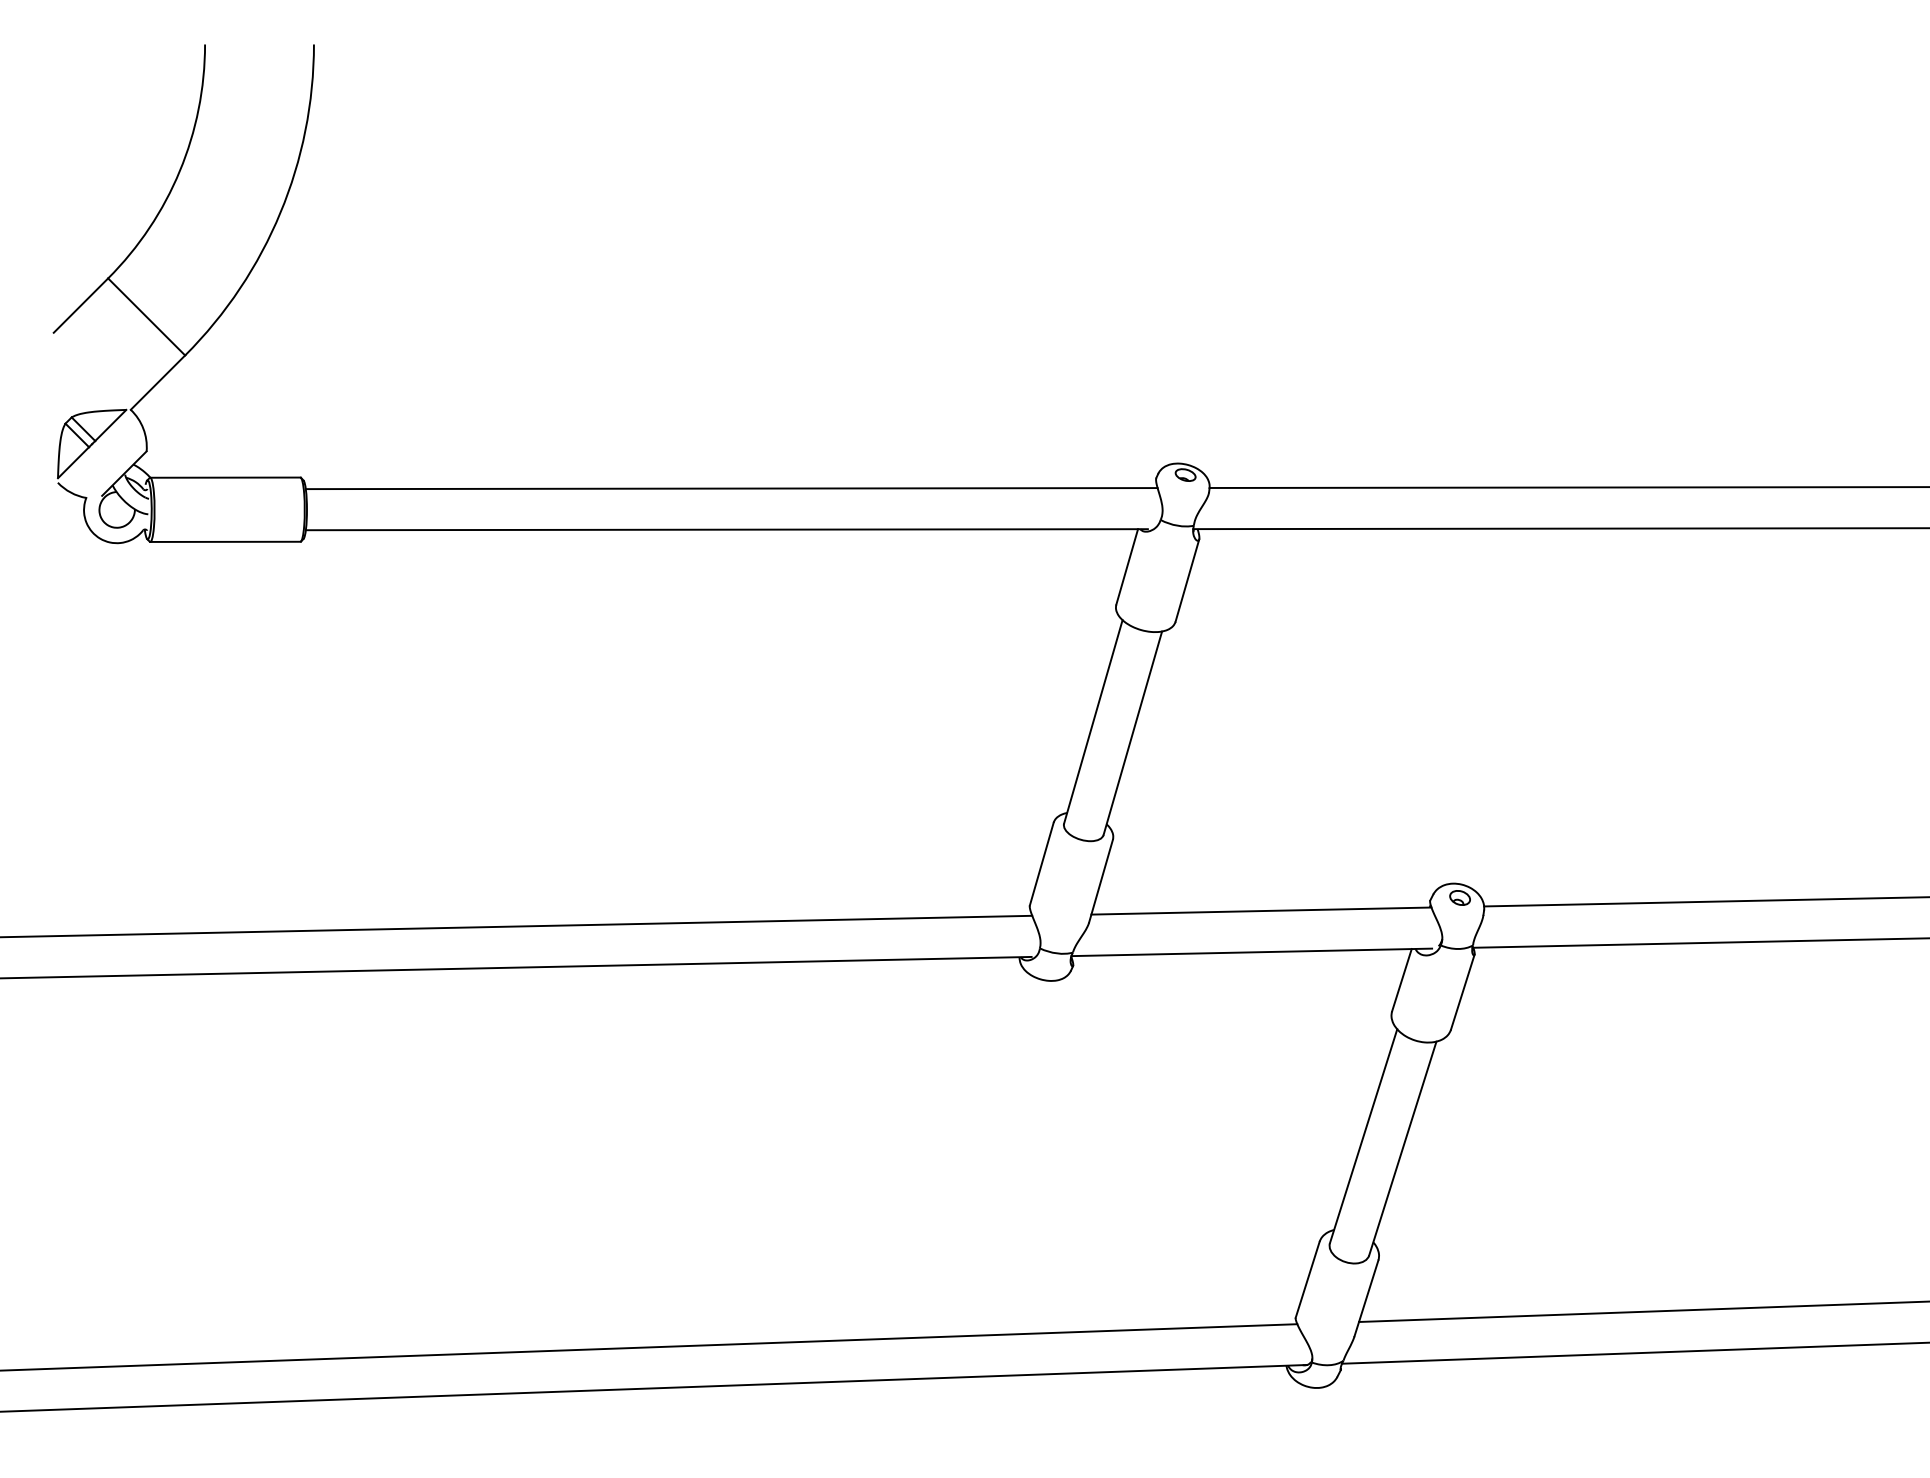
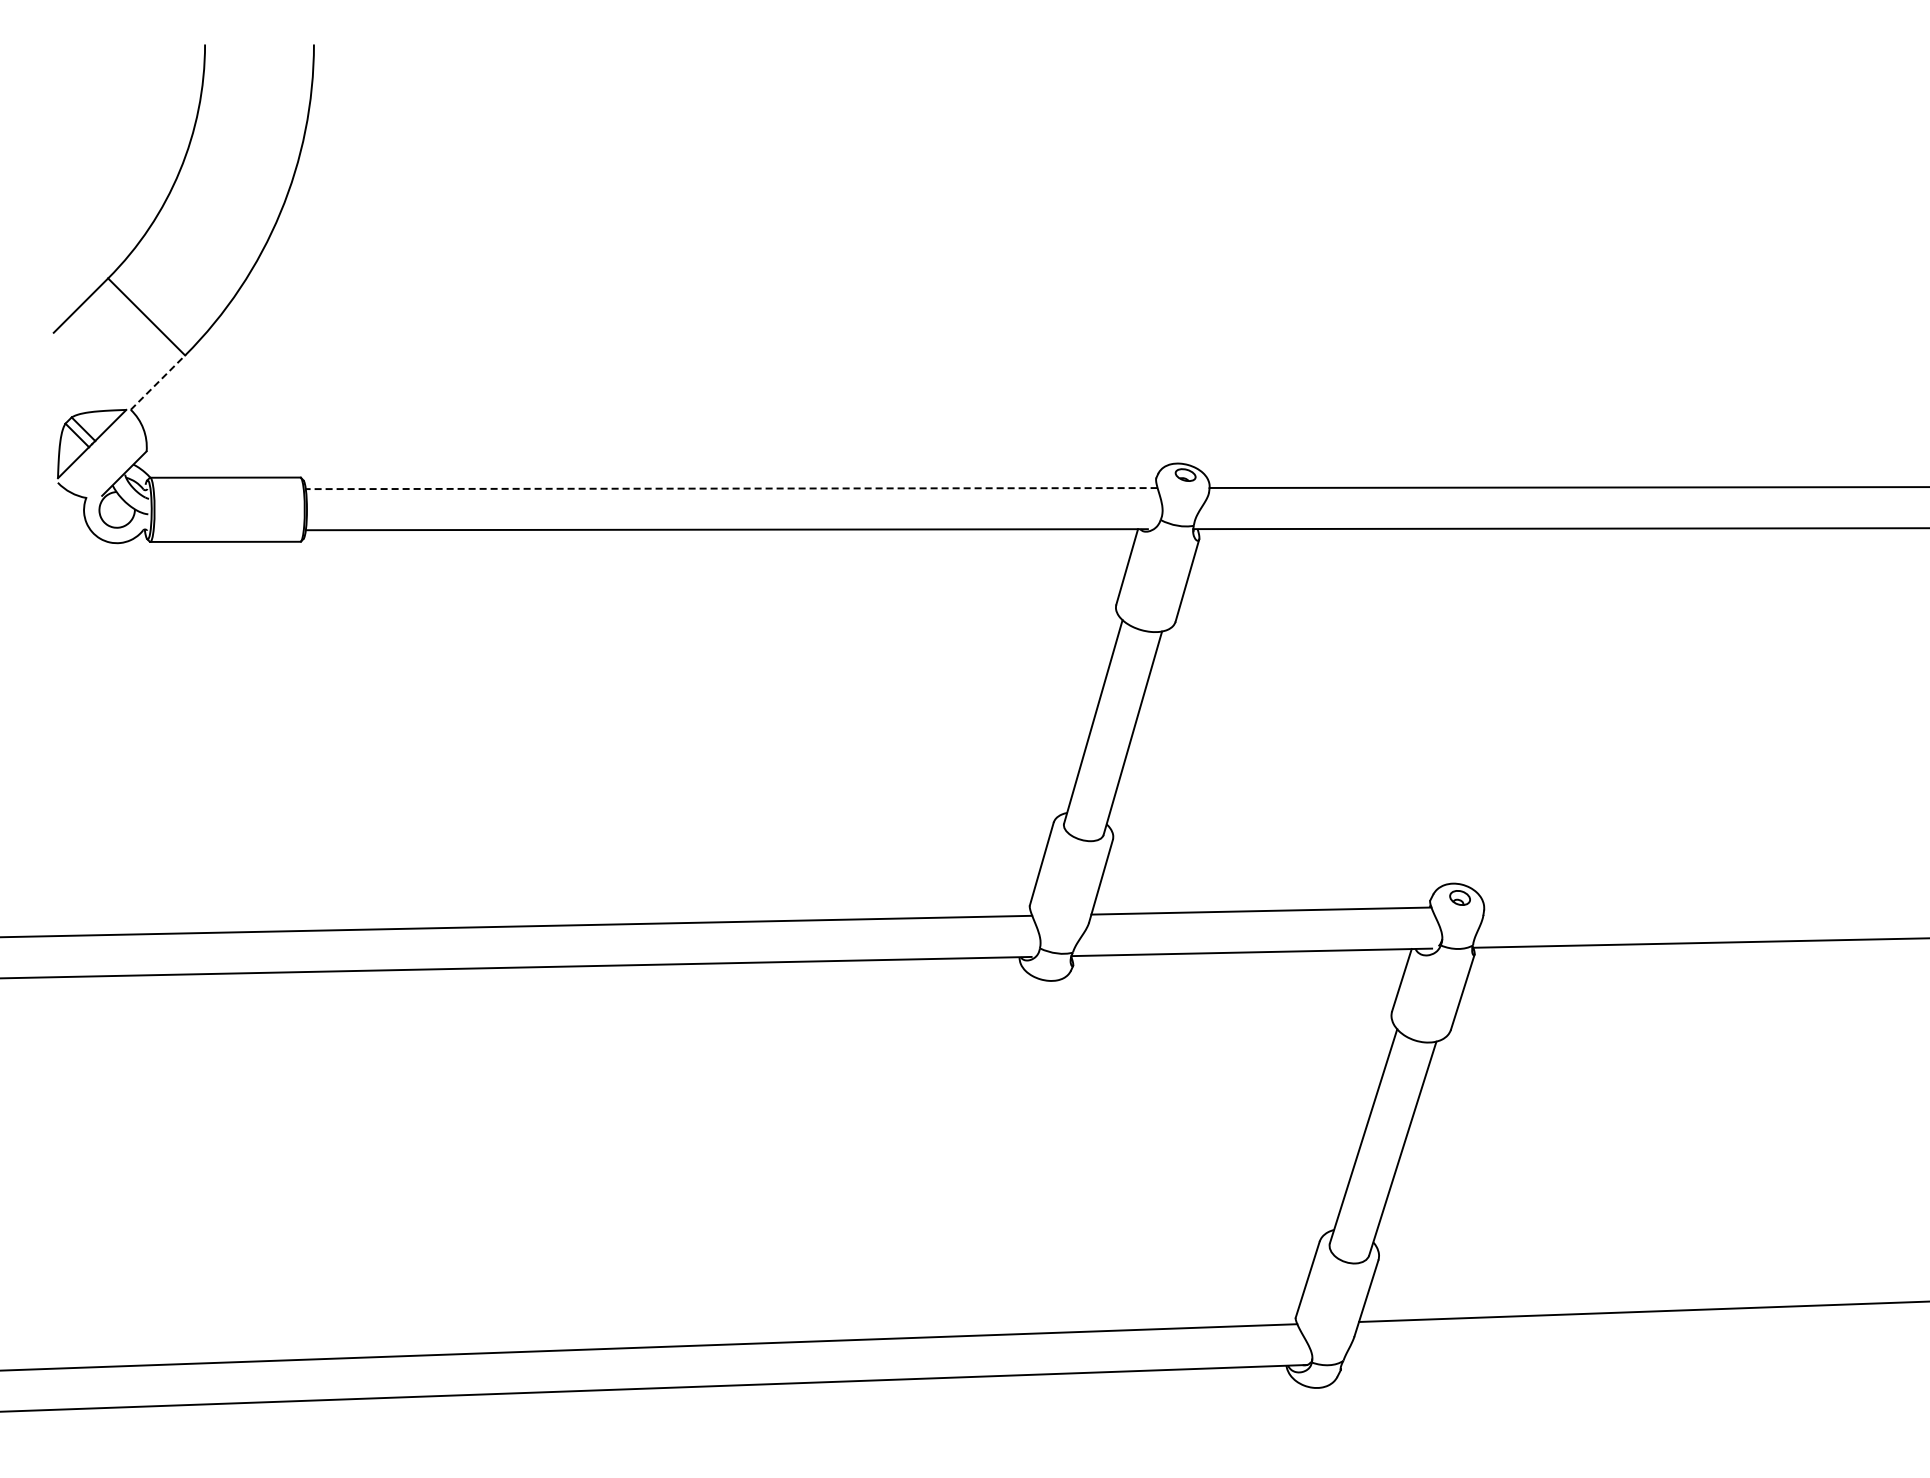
line at (158, 382): solid -> dashed
line at (731, 488): solid -> dashed
line at (1705, 901): present -> none
line at (1634, 1352): present -> none
